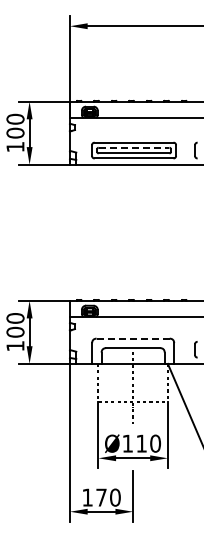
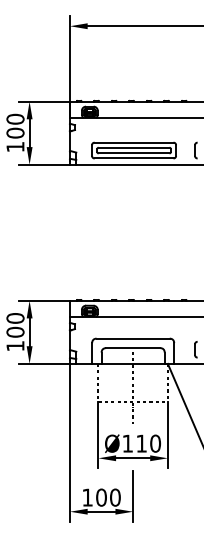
line at (134, 147): dashed -> solid
line at (133, 338): dashed -> solid
text at (101, 497): 170 -> 100
